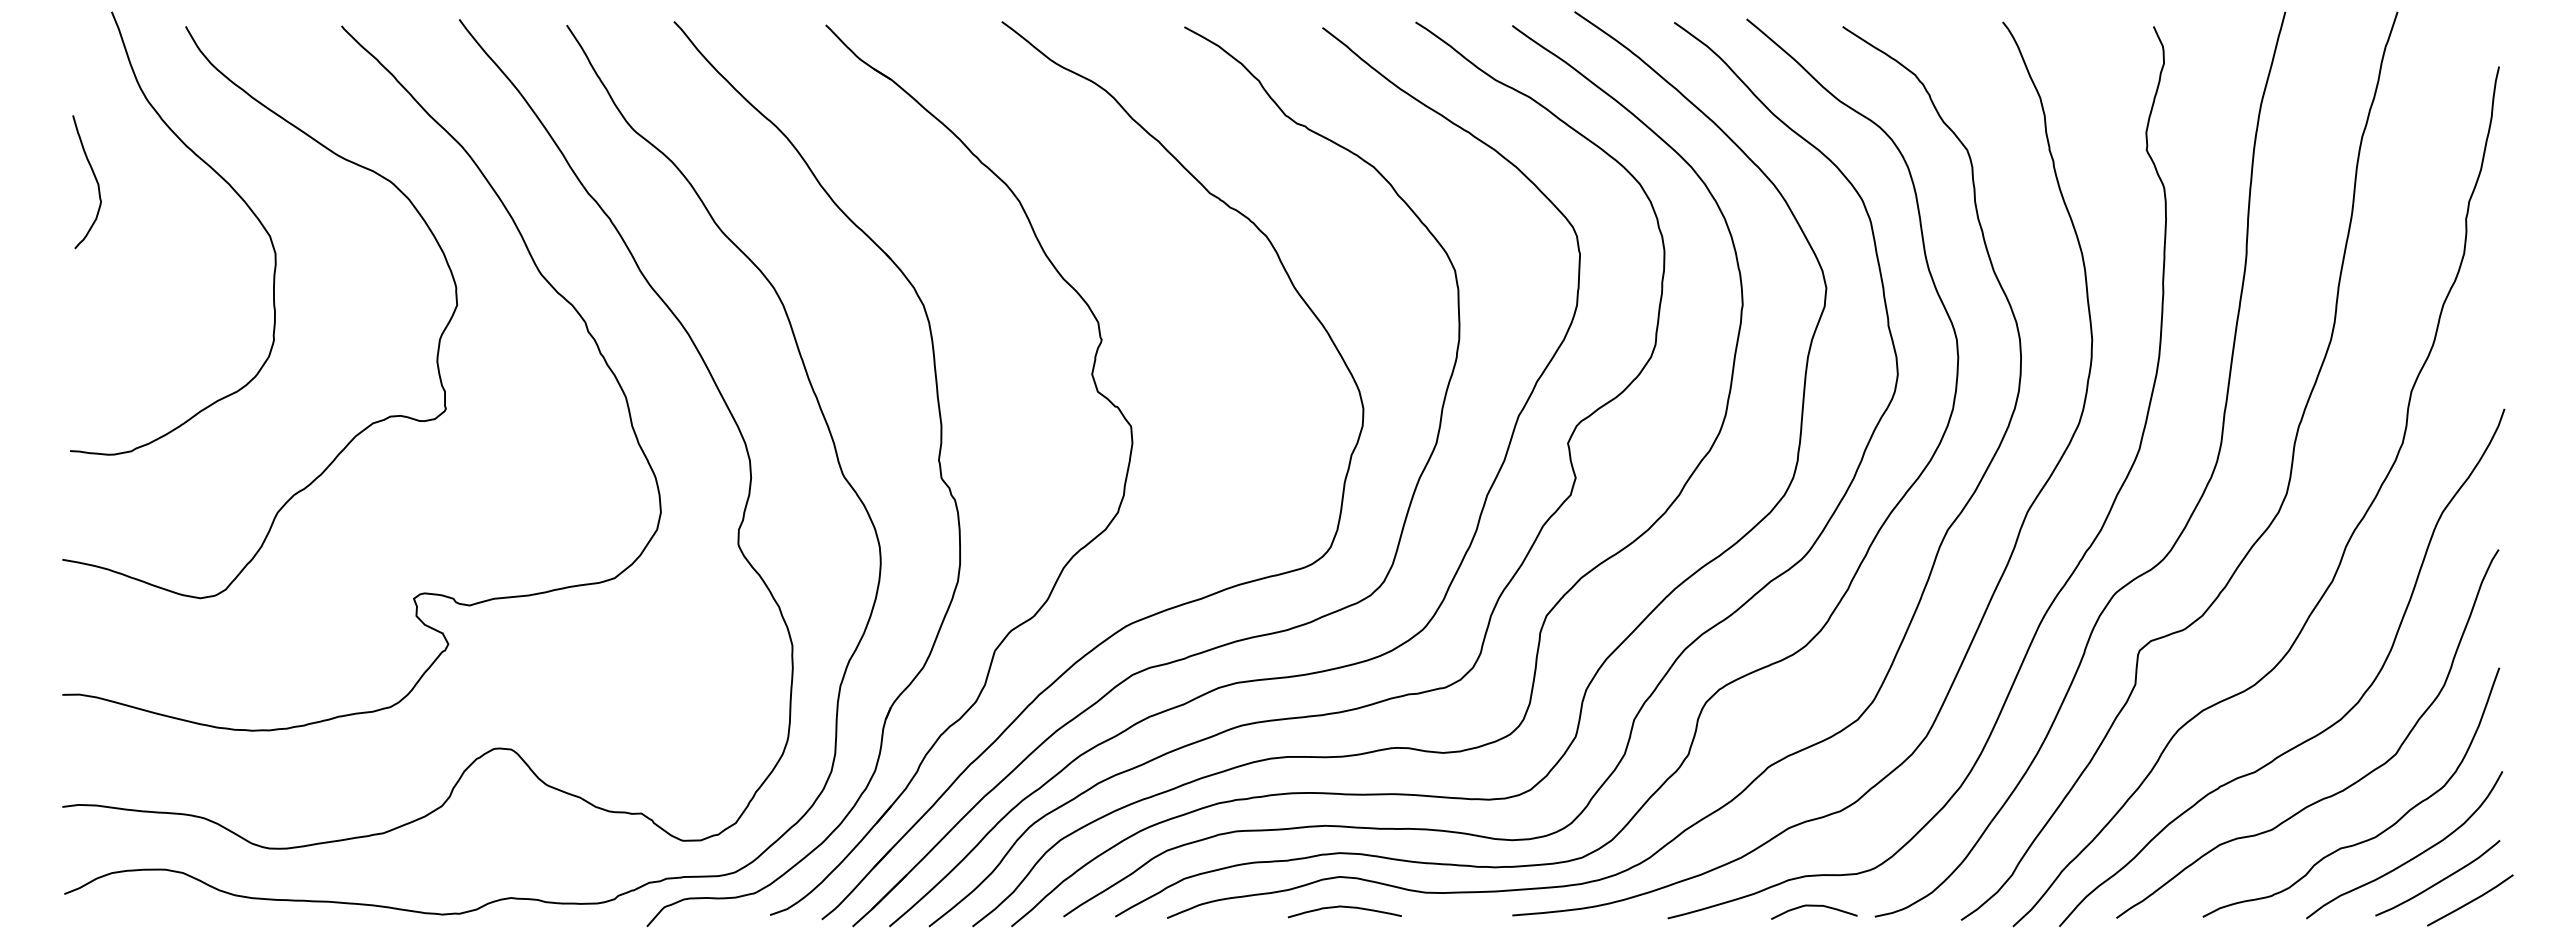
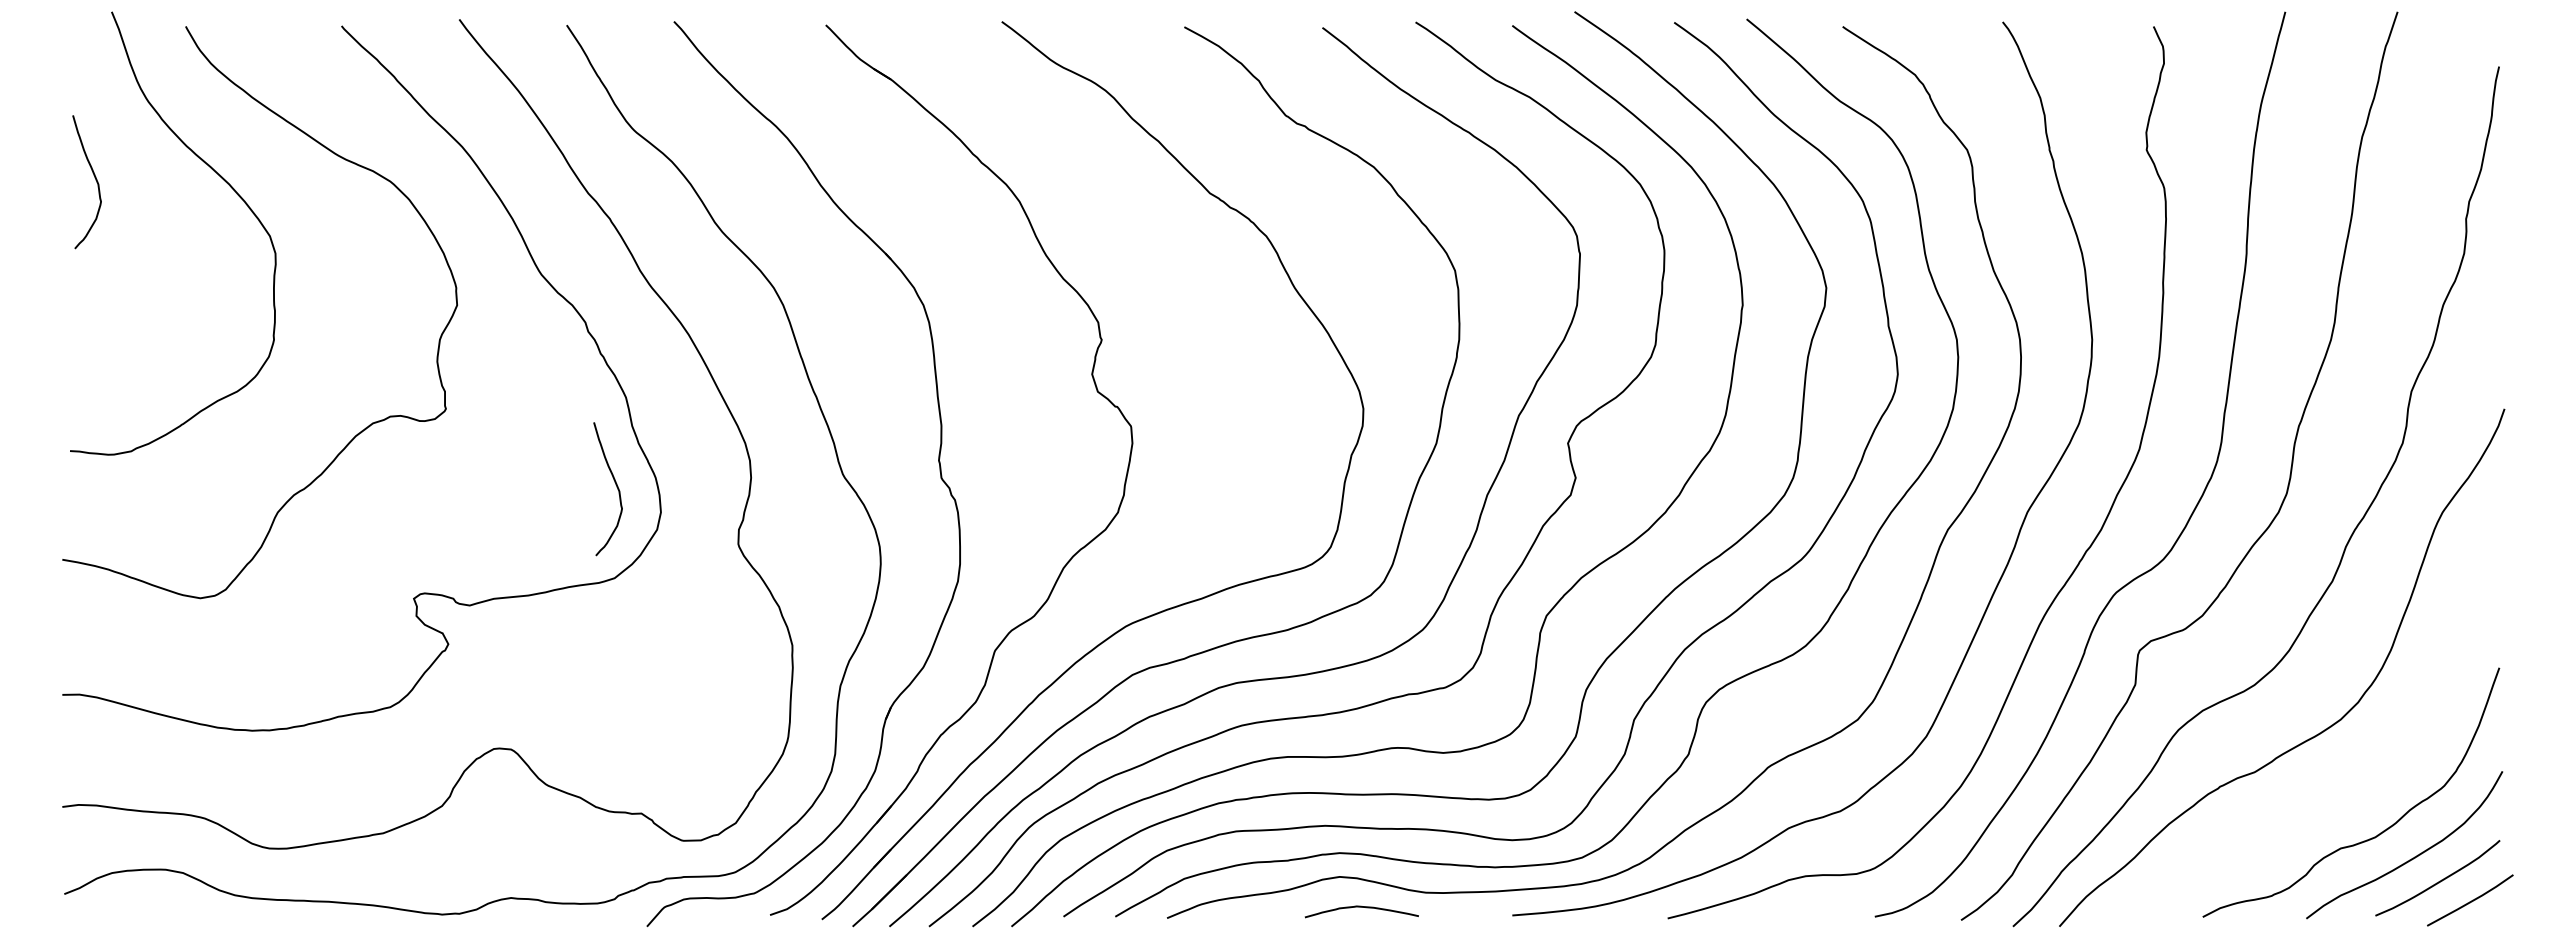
curve at (616, 487): none -> present
curve at (2336, 792): present -> none
curve at (1814, 906): present -> none
curve at (1344, 907) position: (1344, 907) -> (1361, 907)
